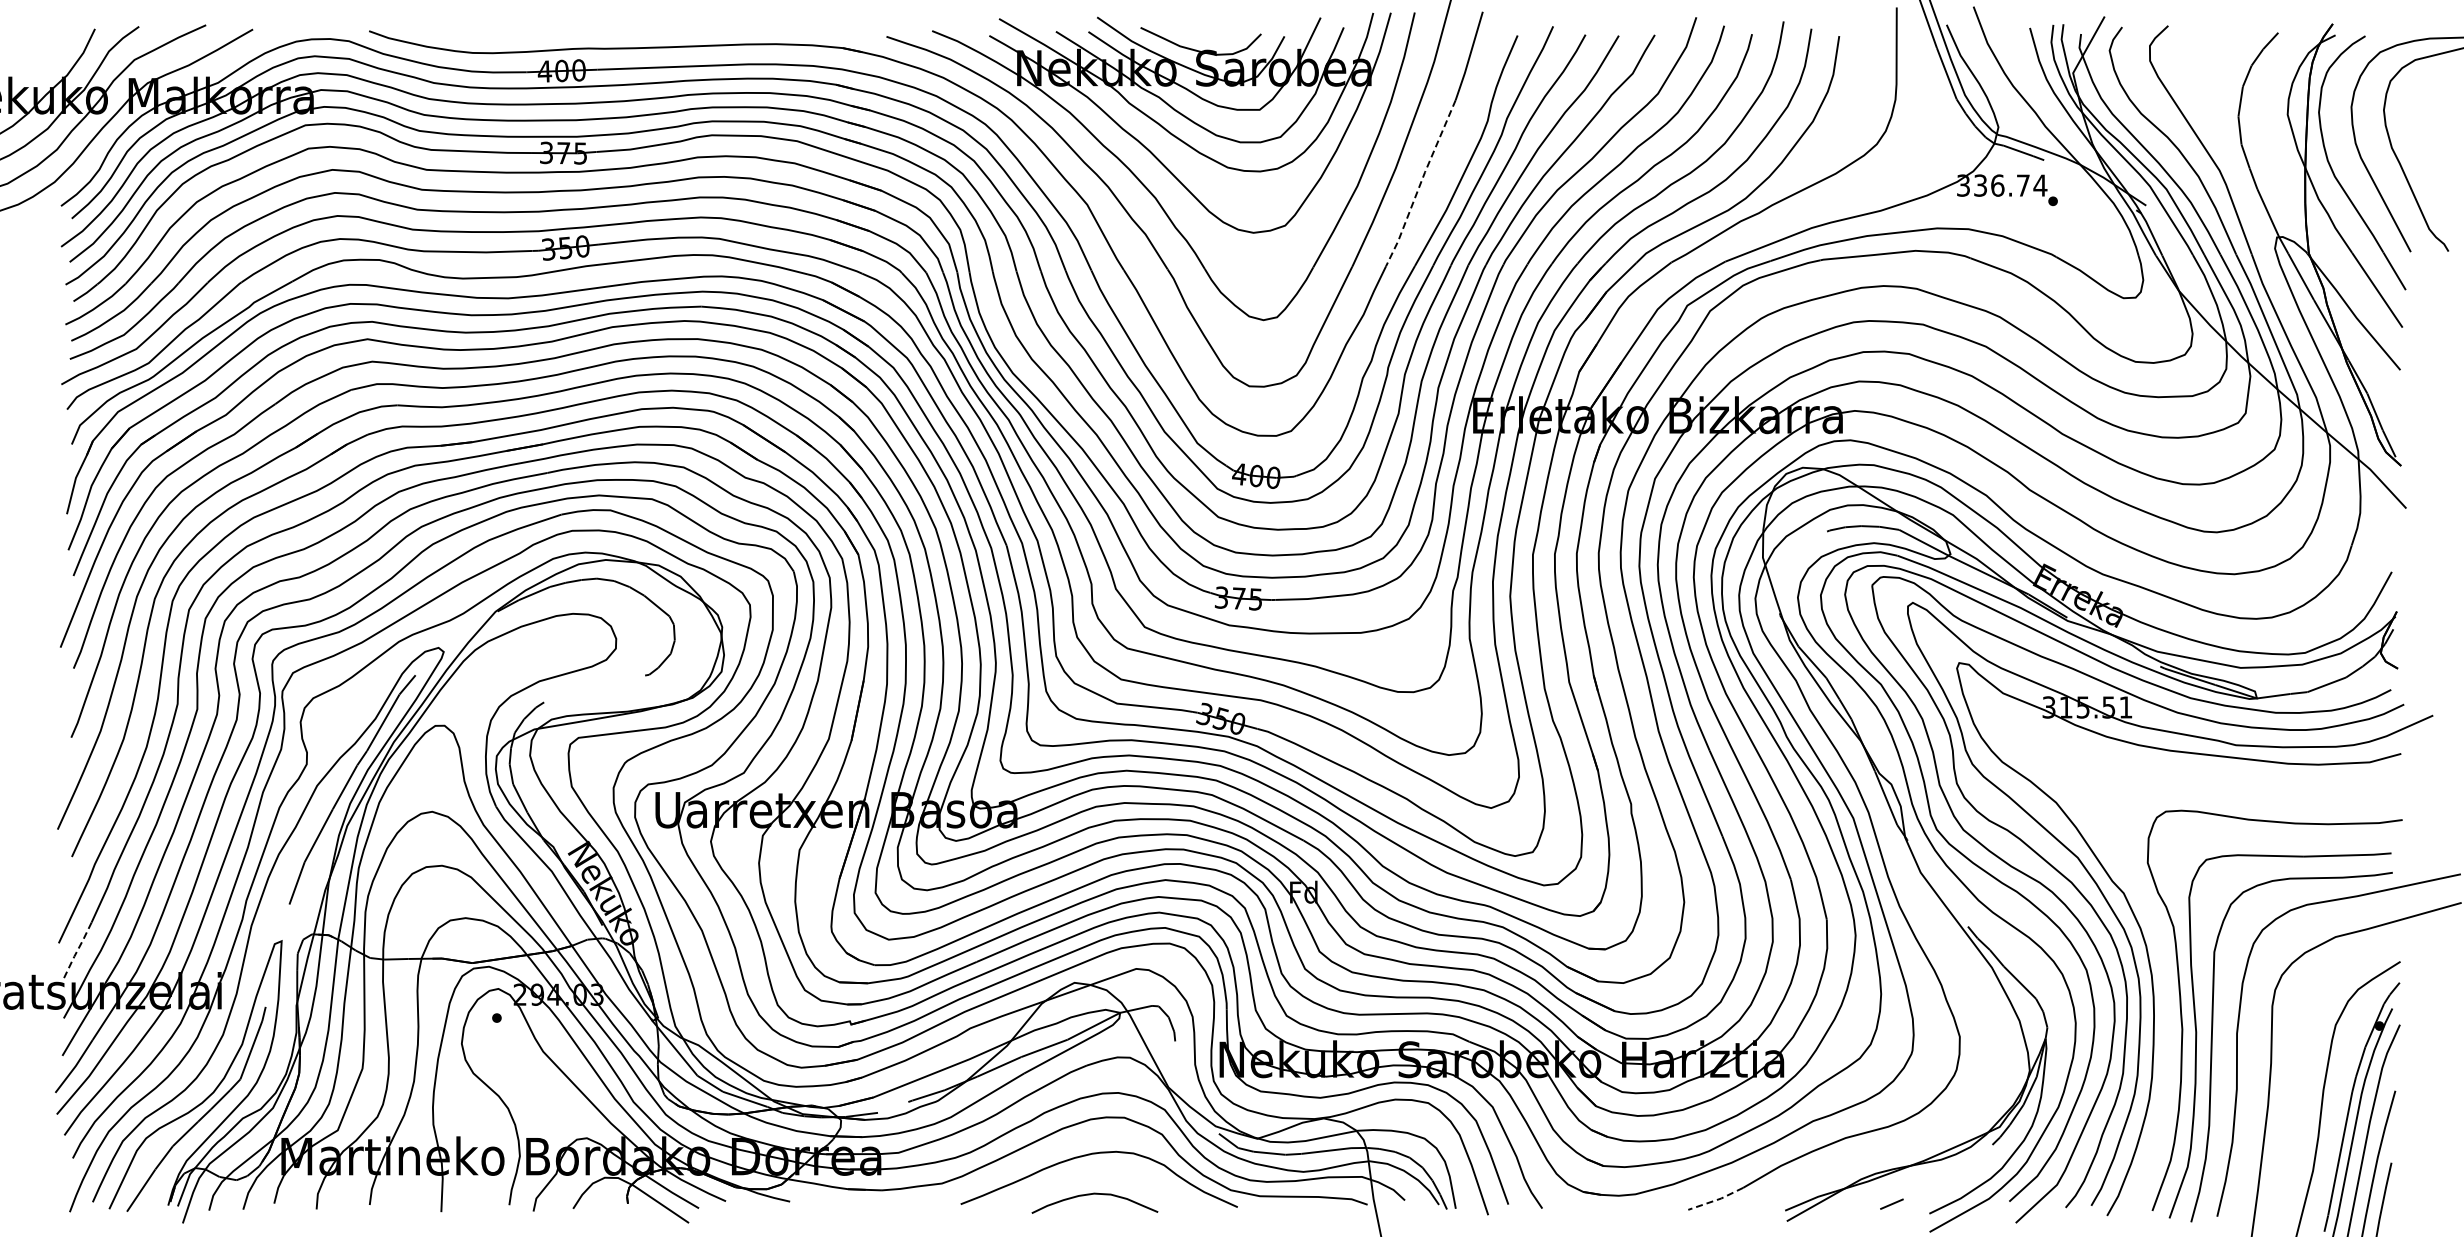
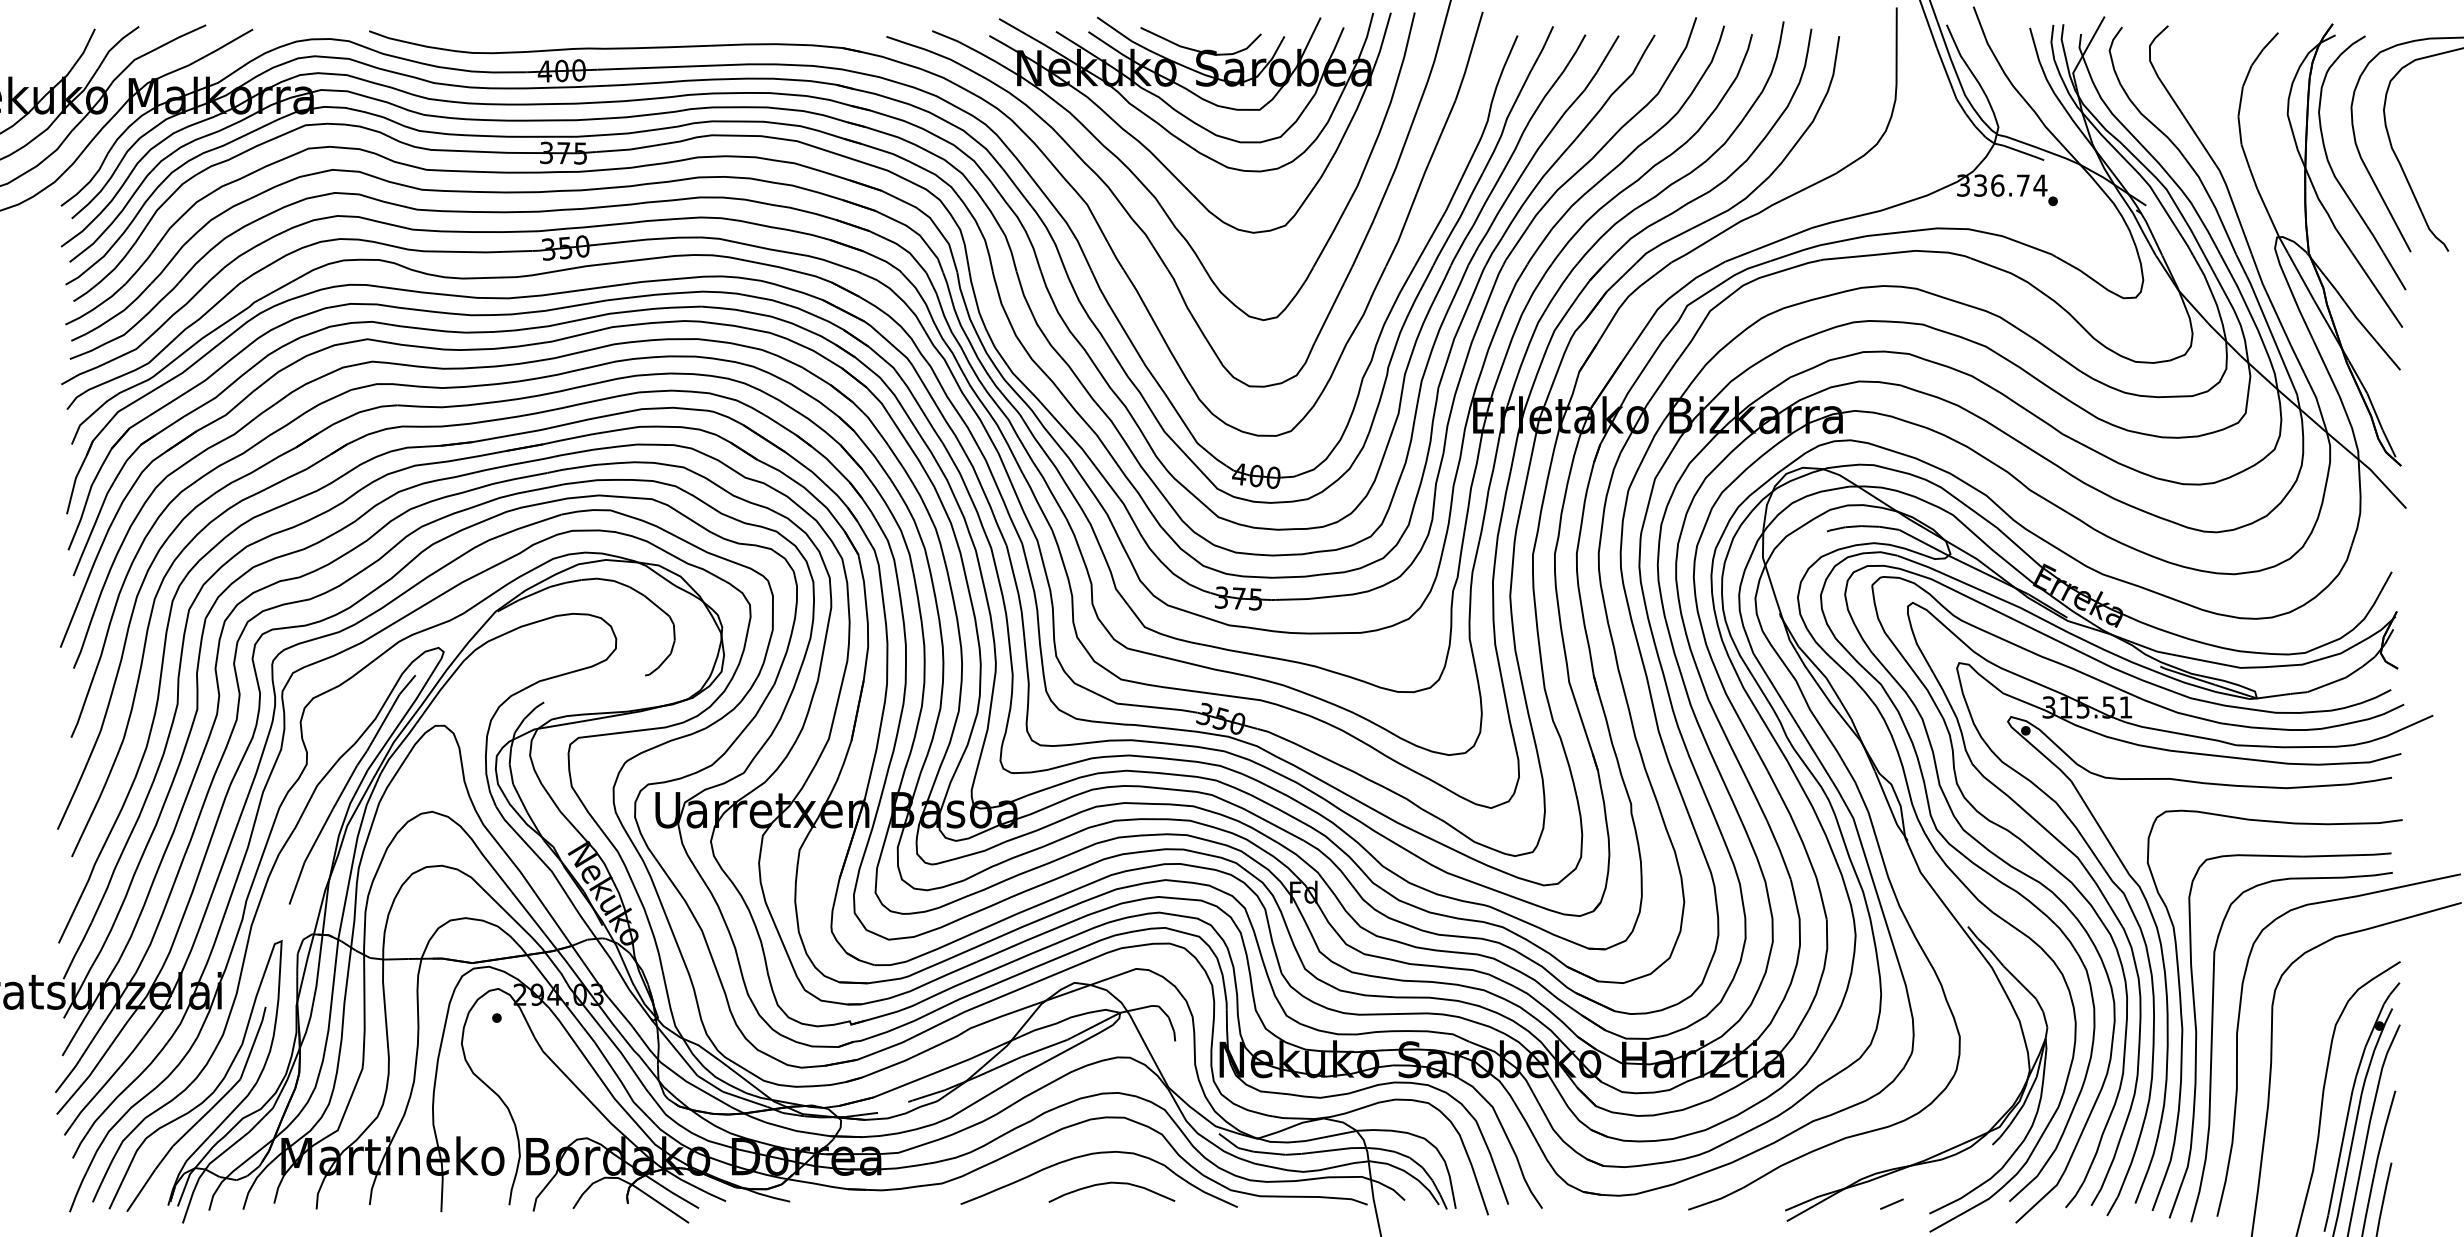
line at (1420, 183): dashed -> solid
line at (77, 950): dashed -> solid
part at (2165, 967): none -> present
curve at (1094, 1194) position: (1094, 1194) -> (1111, 1183)
line at (1716, 1200): dashed -> solid
